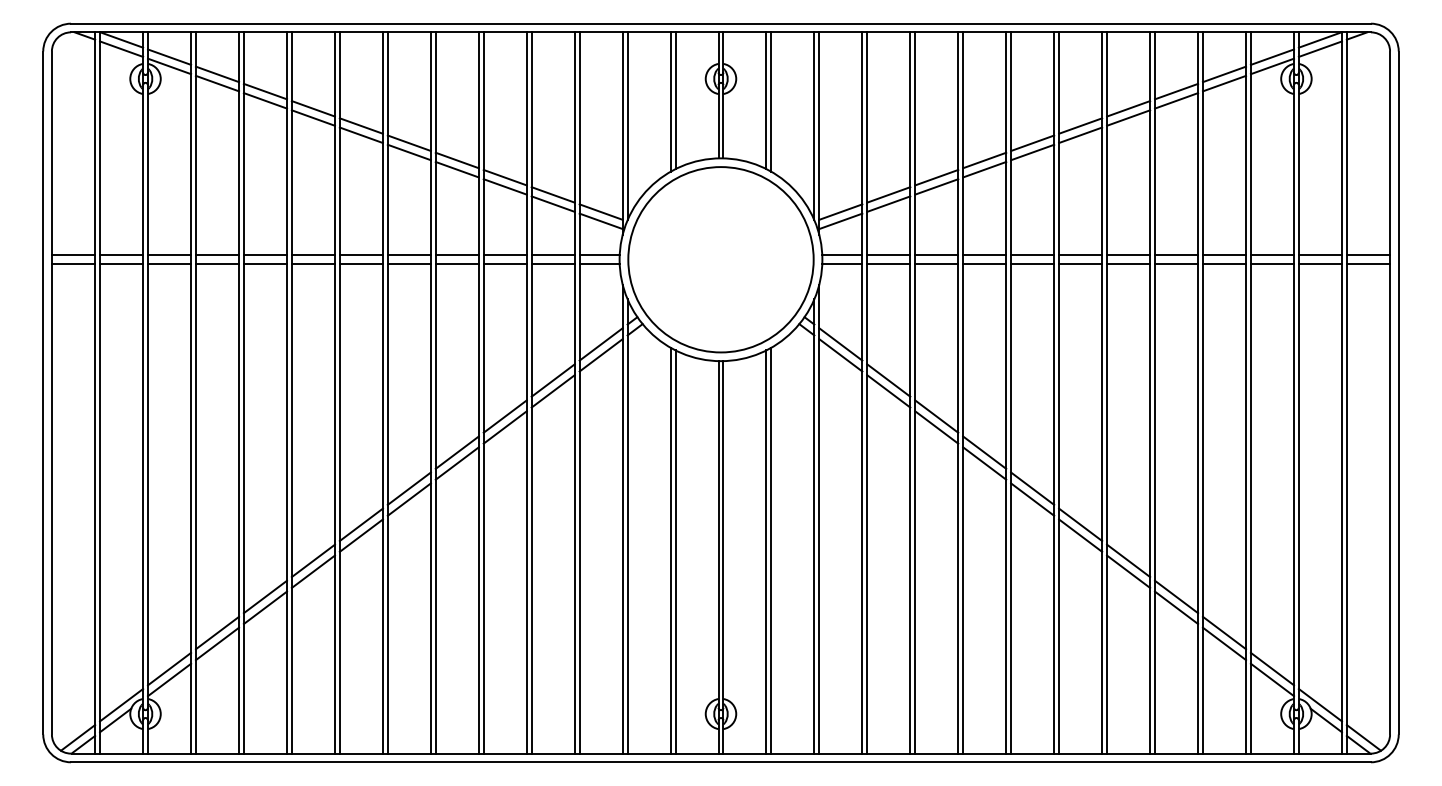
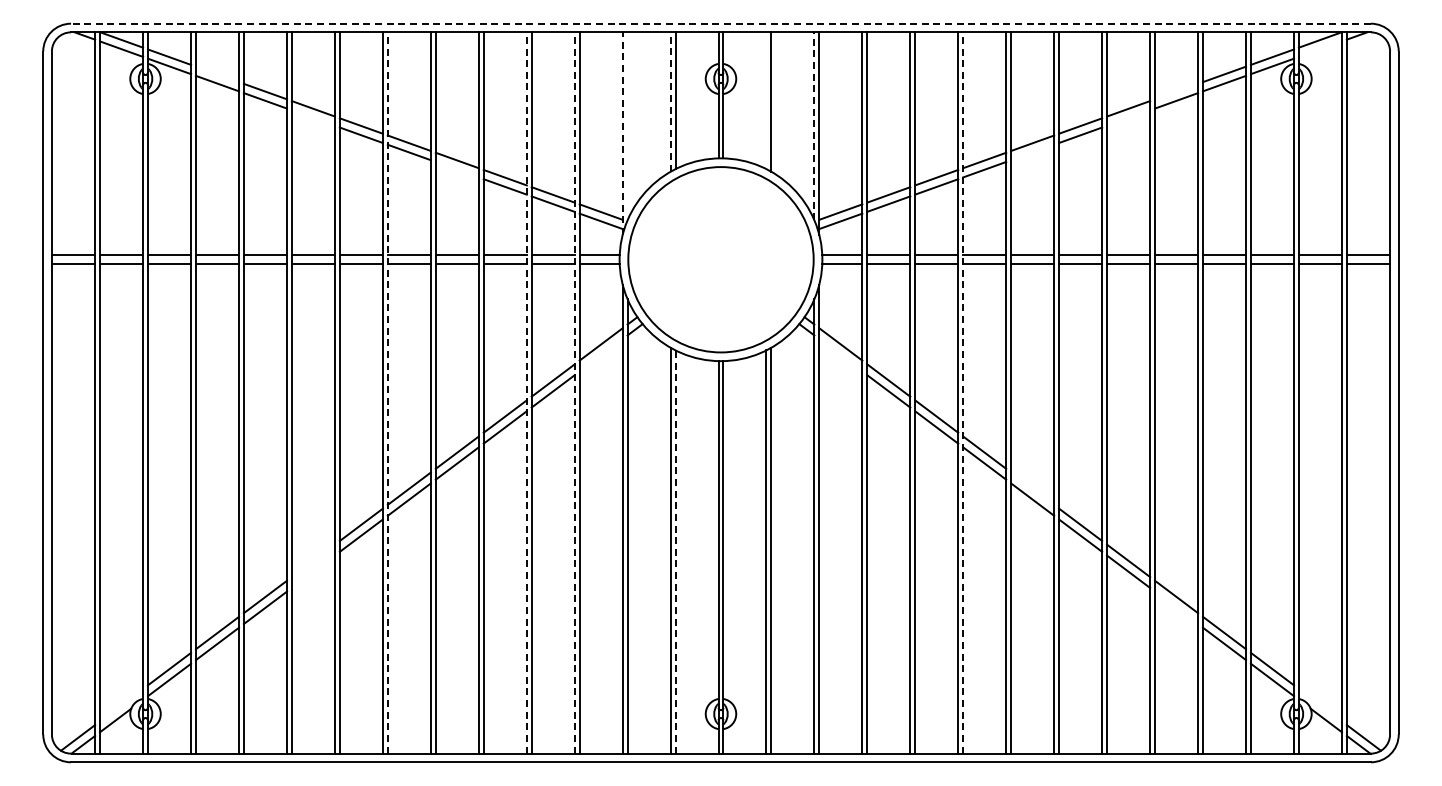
line at (721, 23): solid -> dashed
line at (1319, 48): present -> none
line at (217, 74): present -> none
line at (1176, 91): present -> none
line at (766, 100): present -> none
line at (670, 102): solid -> dashed
line at (312, 117): present -> none
line at (1128, 117): present -> none
line at (627, 126): present -> none
line at (814, 126): solid -> dashed
line at (622, 133): solid -> dashed
line at (1032, 152): present -> none
line at (456, 169): present -> none
line at (600, 355): present -> none
line at (840, 355): present -> none
line at (387, 392): solid -> dashed
line at (526, 392): solid -> dashed
line at (574, 392): solid -> dashed
line at (963, 392): solid -> dashed
line at (1032, 488): present -> none
line at (675, 552): solid -> dashed
line at (312, 560): present -> none
line at (312, 571): present -> none
line at (1176, 607): present -> none
line at (121, 704): present -> none
line at (1319, 704): present -> none
